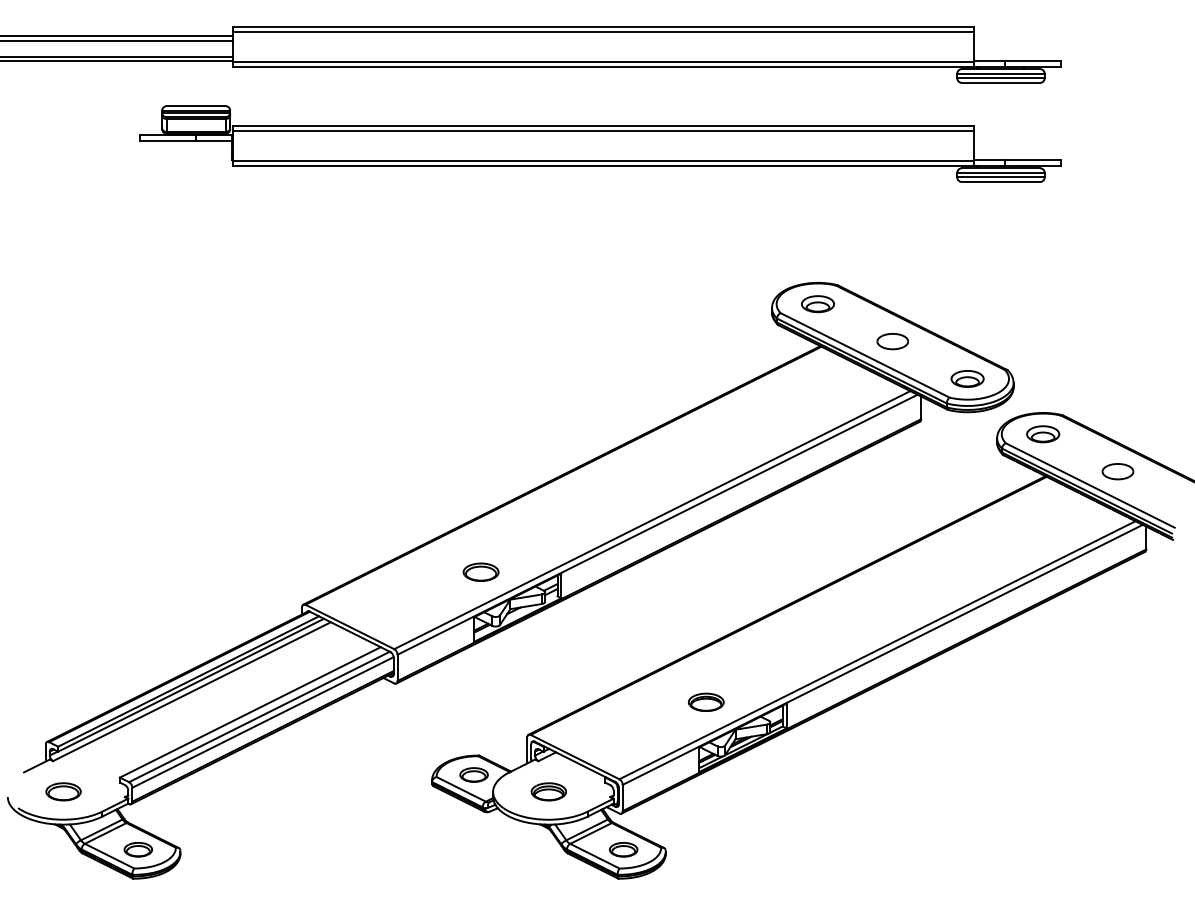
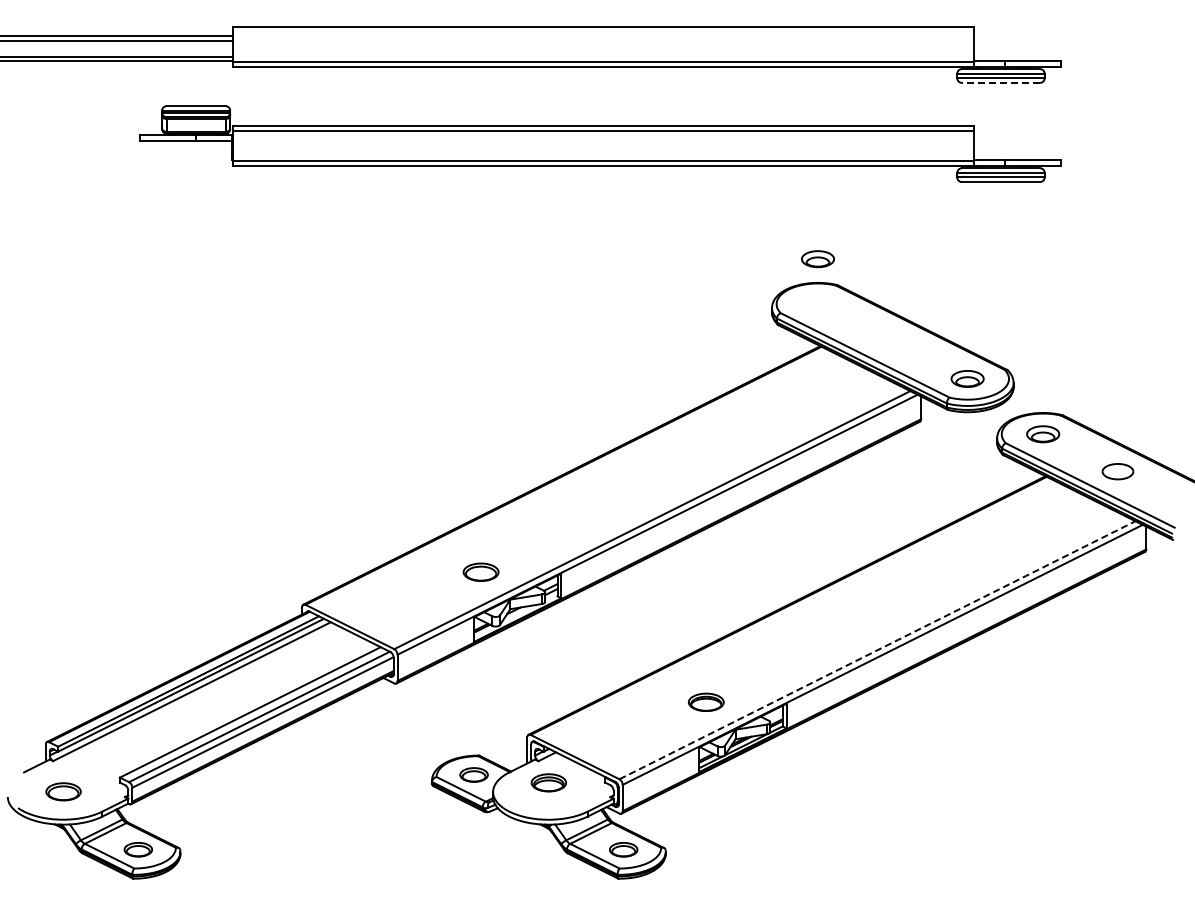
line at (603, 31): present -> none
line at (1000, 82): solid -> dashed
part at (817, 304) position: (817, 304) -> (817, 259)
part at (892, 341): present -> none
line at (877, 650): solid -> dashed
part at (548, 791) position: (548, 791) -> (548, 782)
